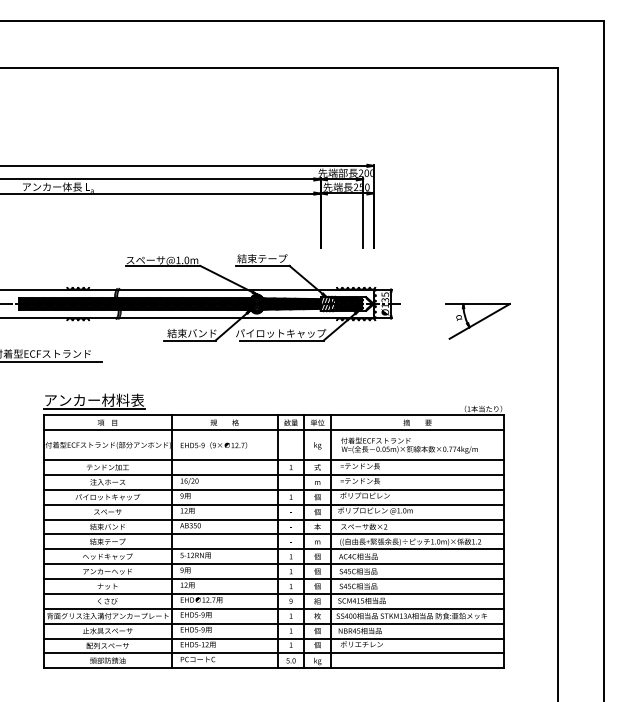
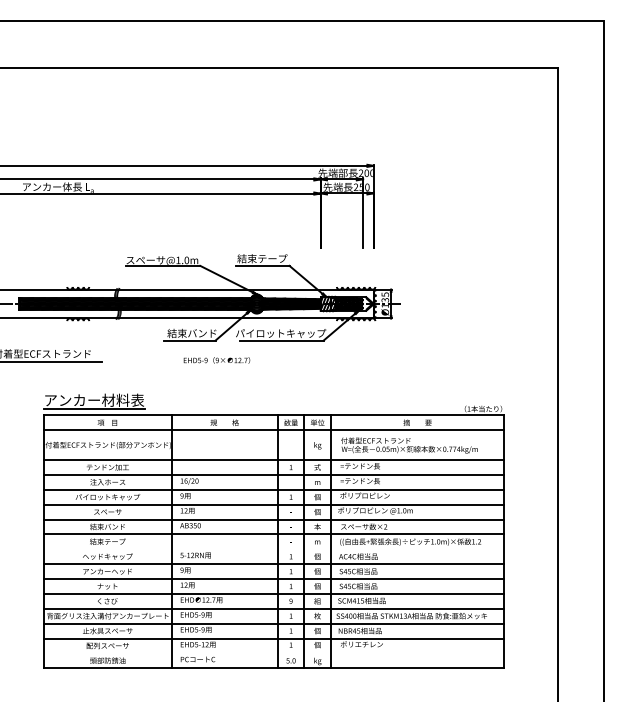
part at (477, 321): present -> none
text at (213, 445) position: (213, 445) -> (216, 360)
line at (274, 549): present -> none
line at (274, 653): present -> none
